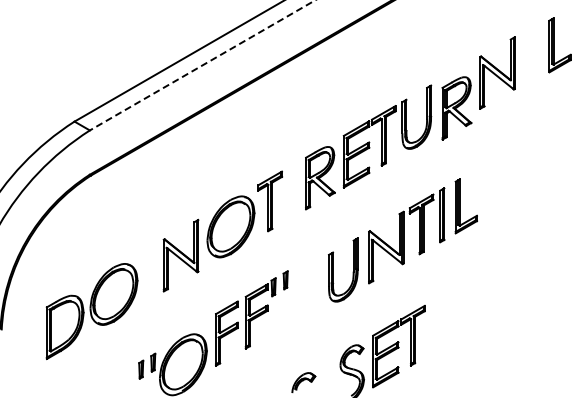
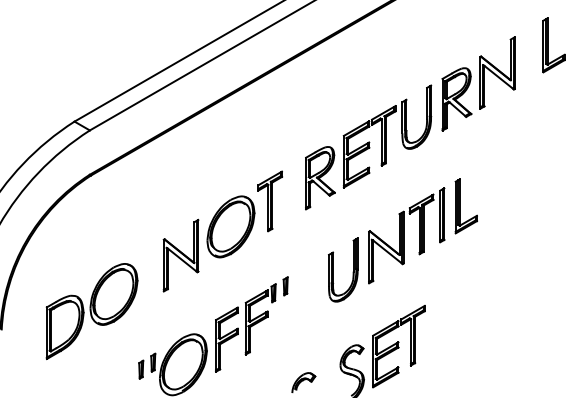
part at (559, 45) position: (559, 45) -> (553, 45)
line at (202, 65): dashed -> solid
part at (456, 108) position: (456, 108) -> (456, 99)
part at (251, 318) position: (251, 318) -> (251, 324)
